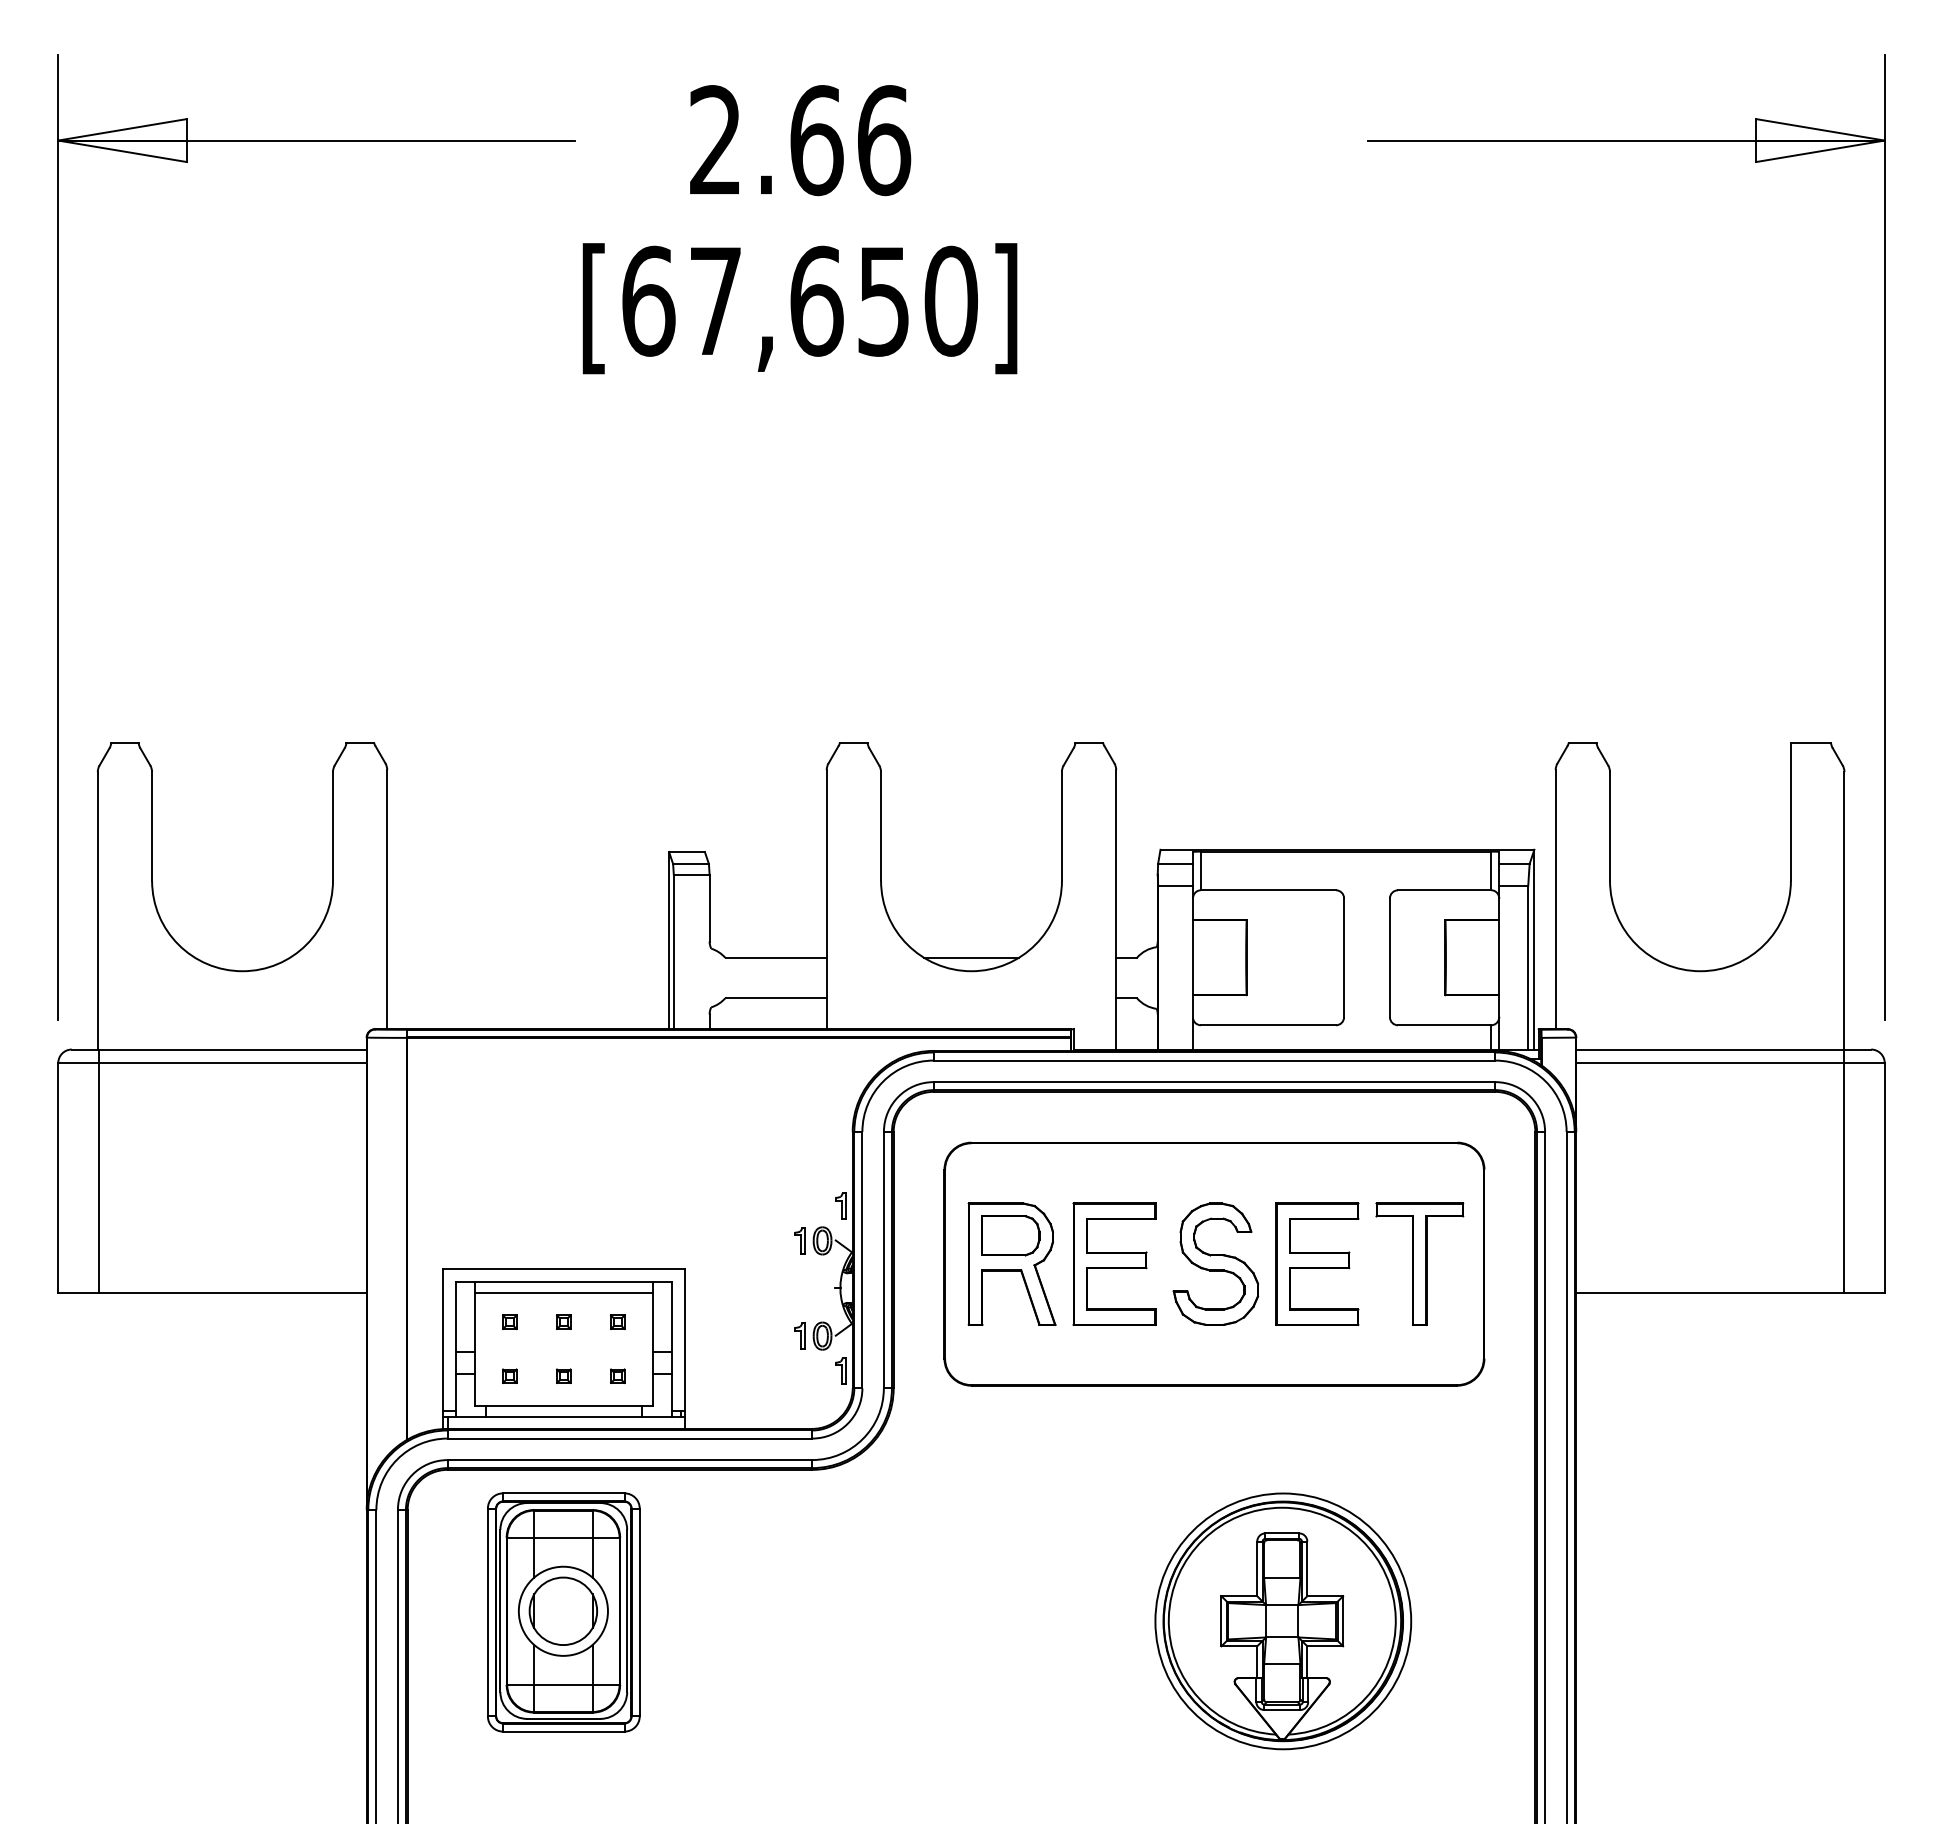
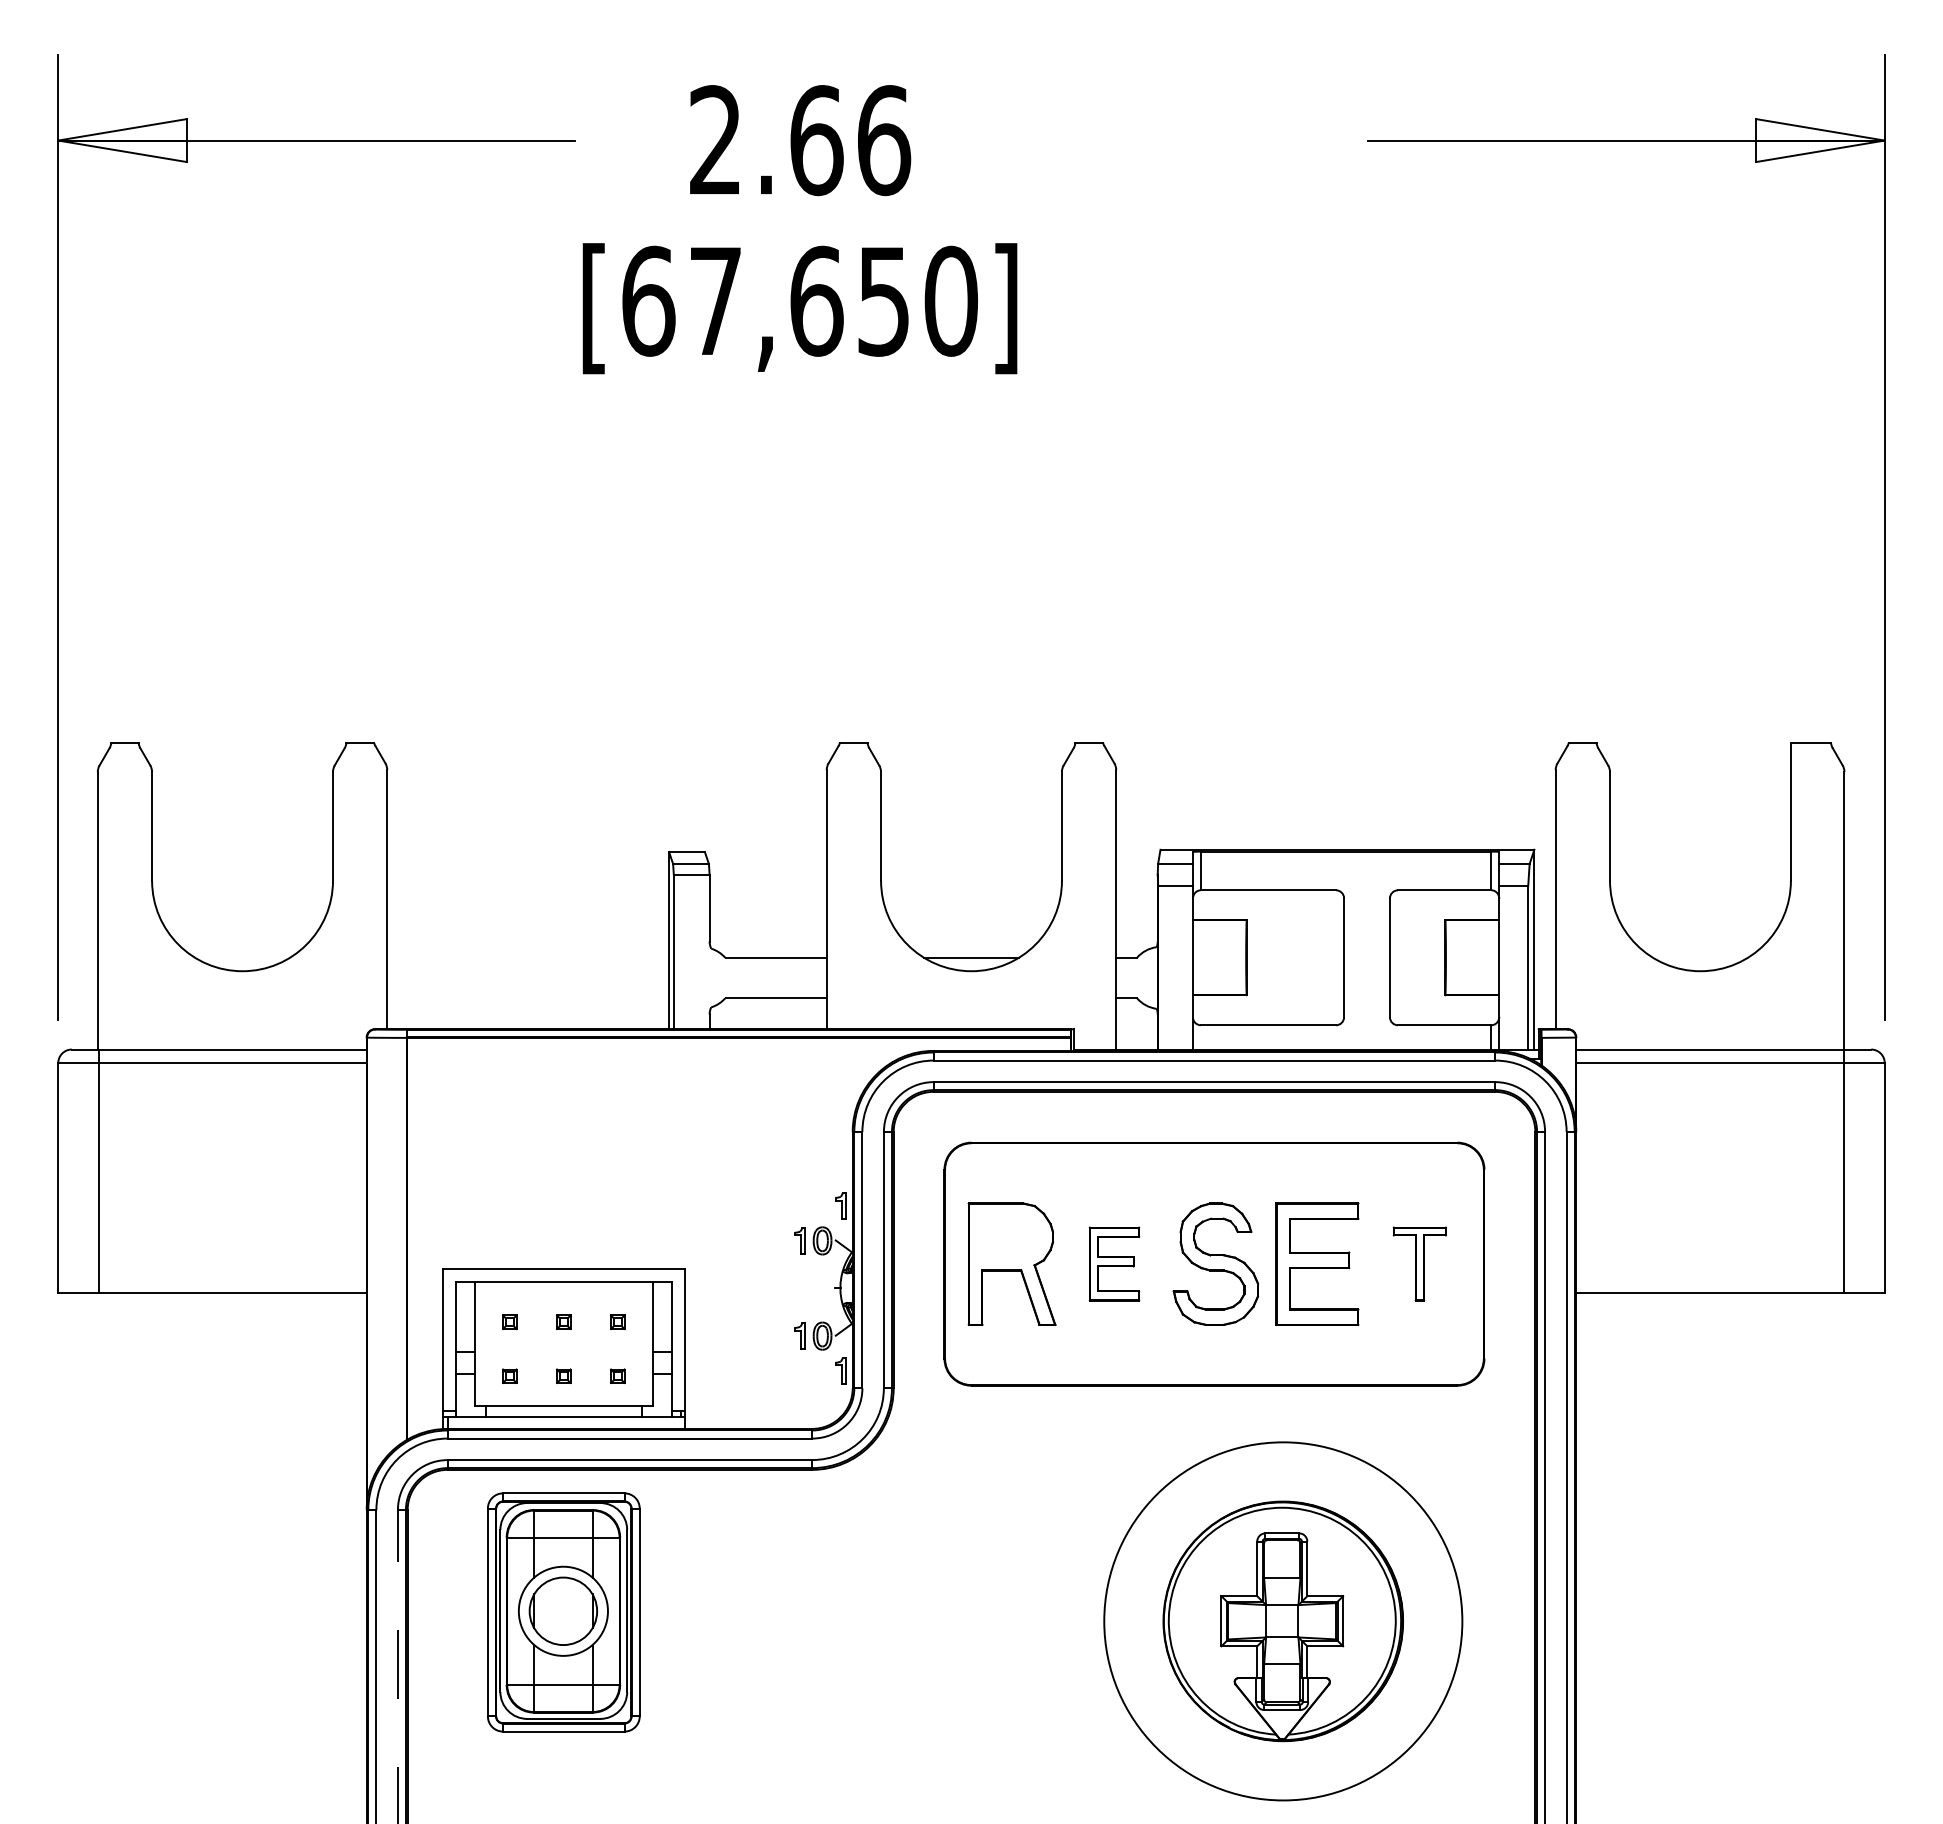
part at (1010, 1235): present -> none
part at (1114, 1263) size: 85x124 px -> 53x76 px
part at (1419, 1263) size: 90x124 px -> 55x76 px
line at (563, 1292): present -> none
circle at (1283, 1621) diameter: 256 px -> 358 px
line at (397, 1666): solid -> dashed
